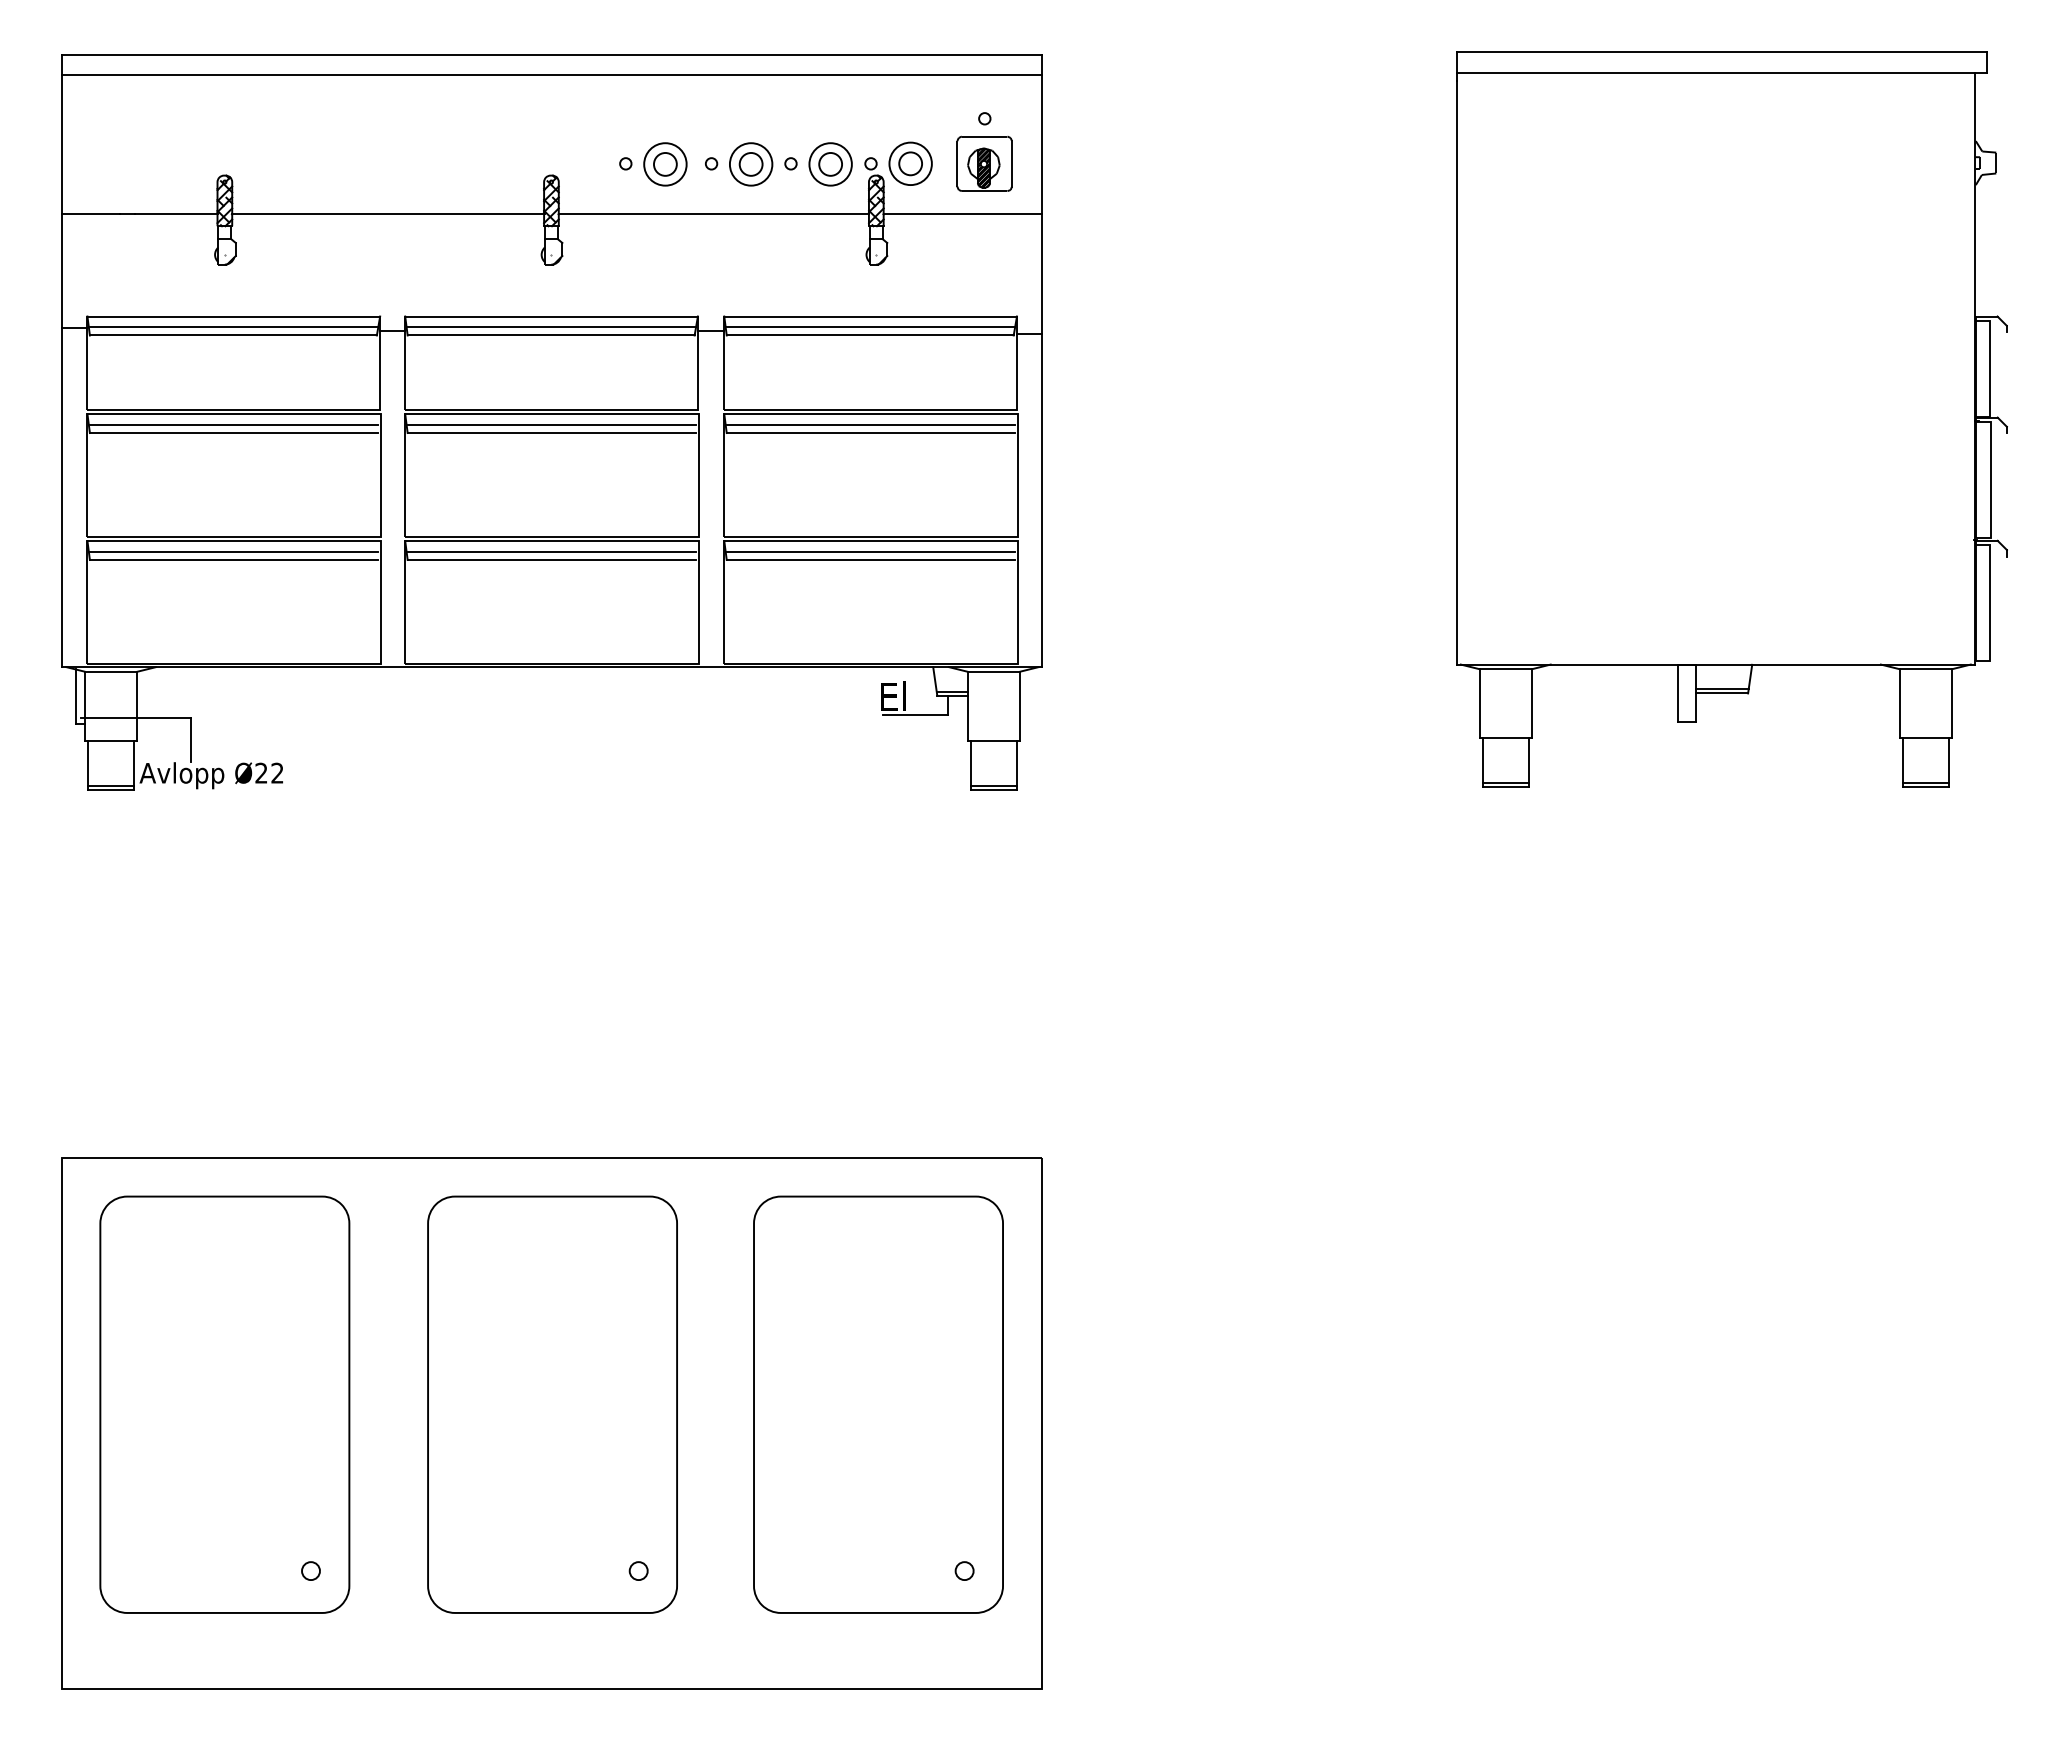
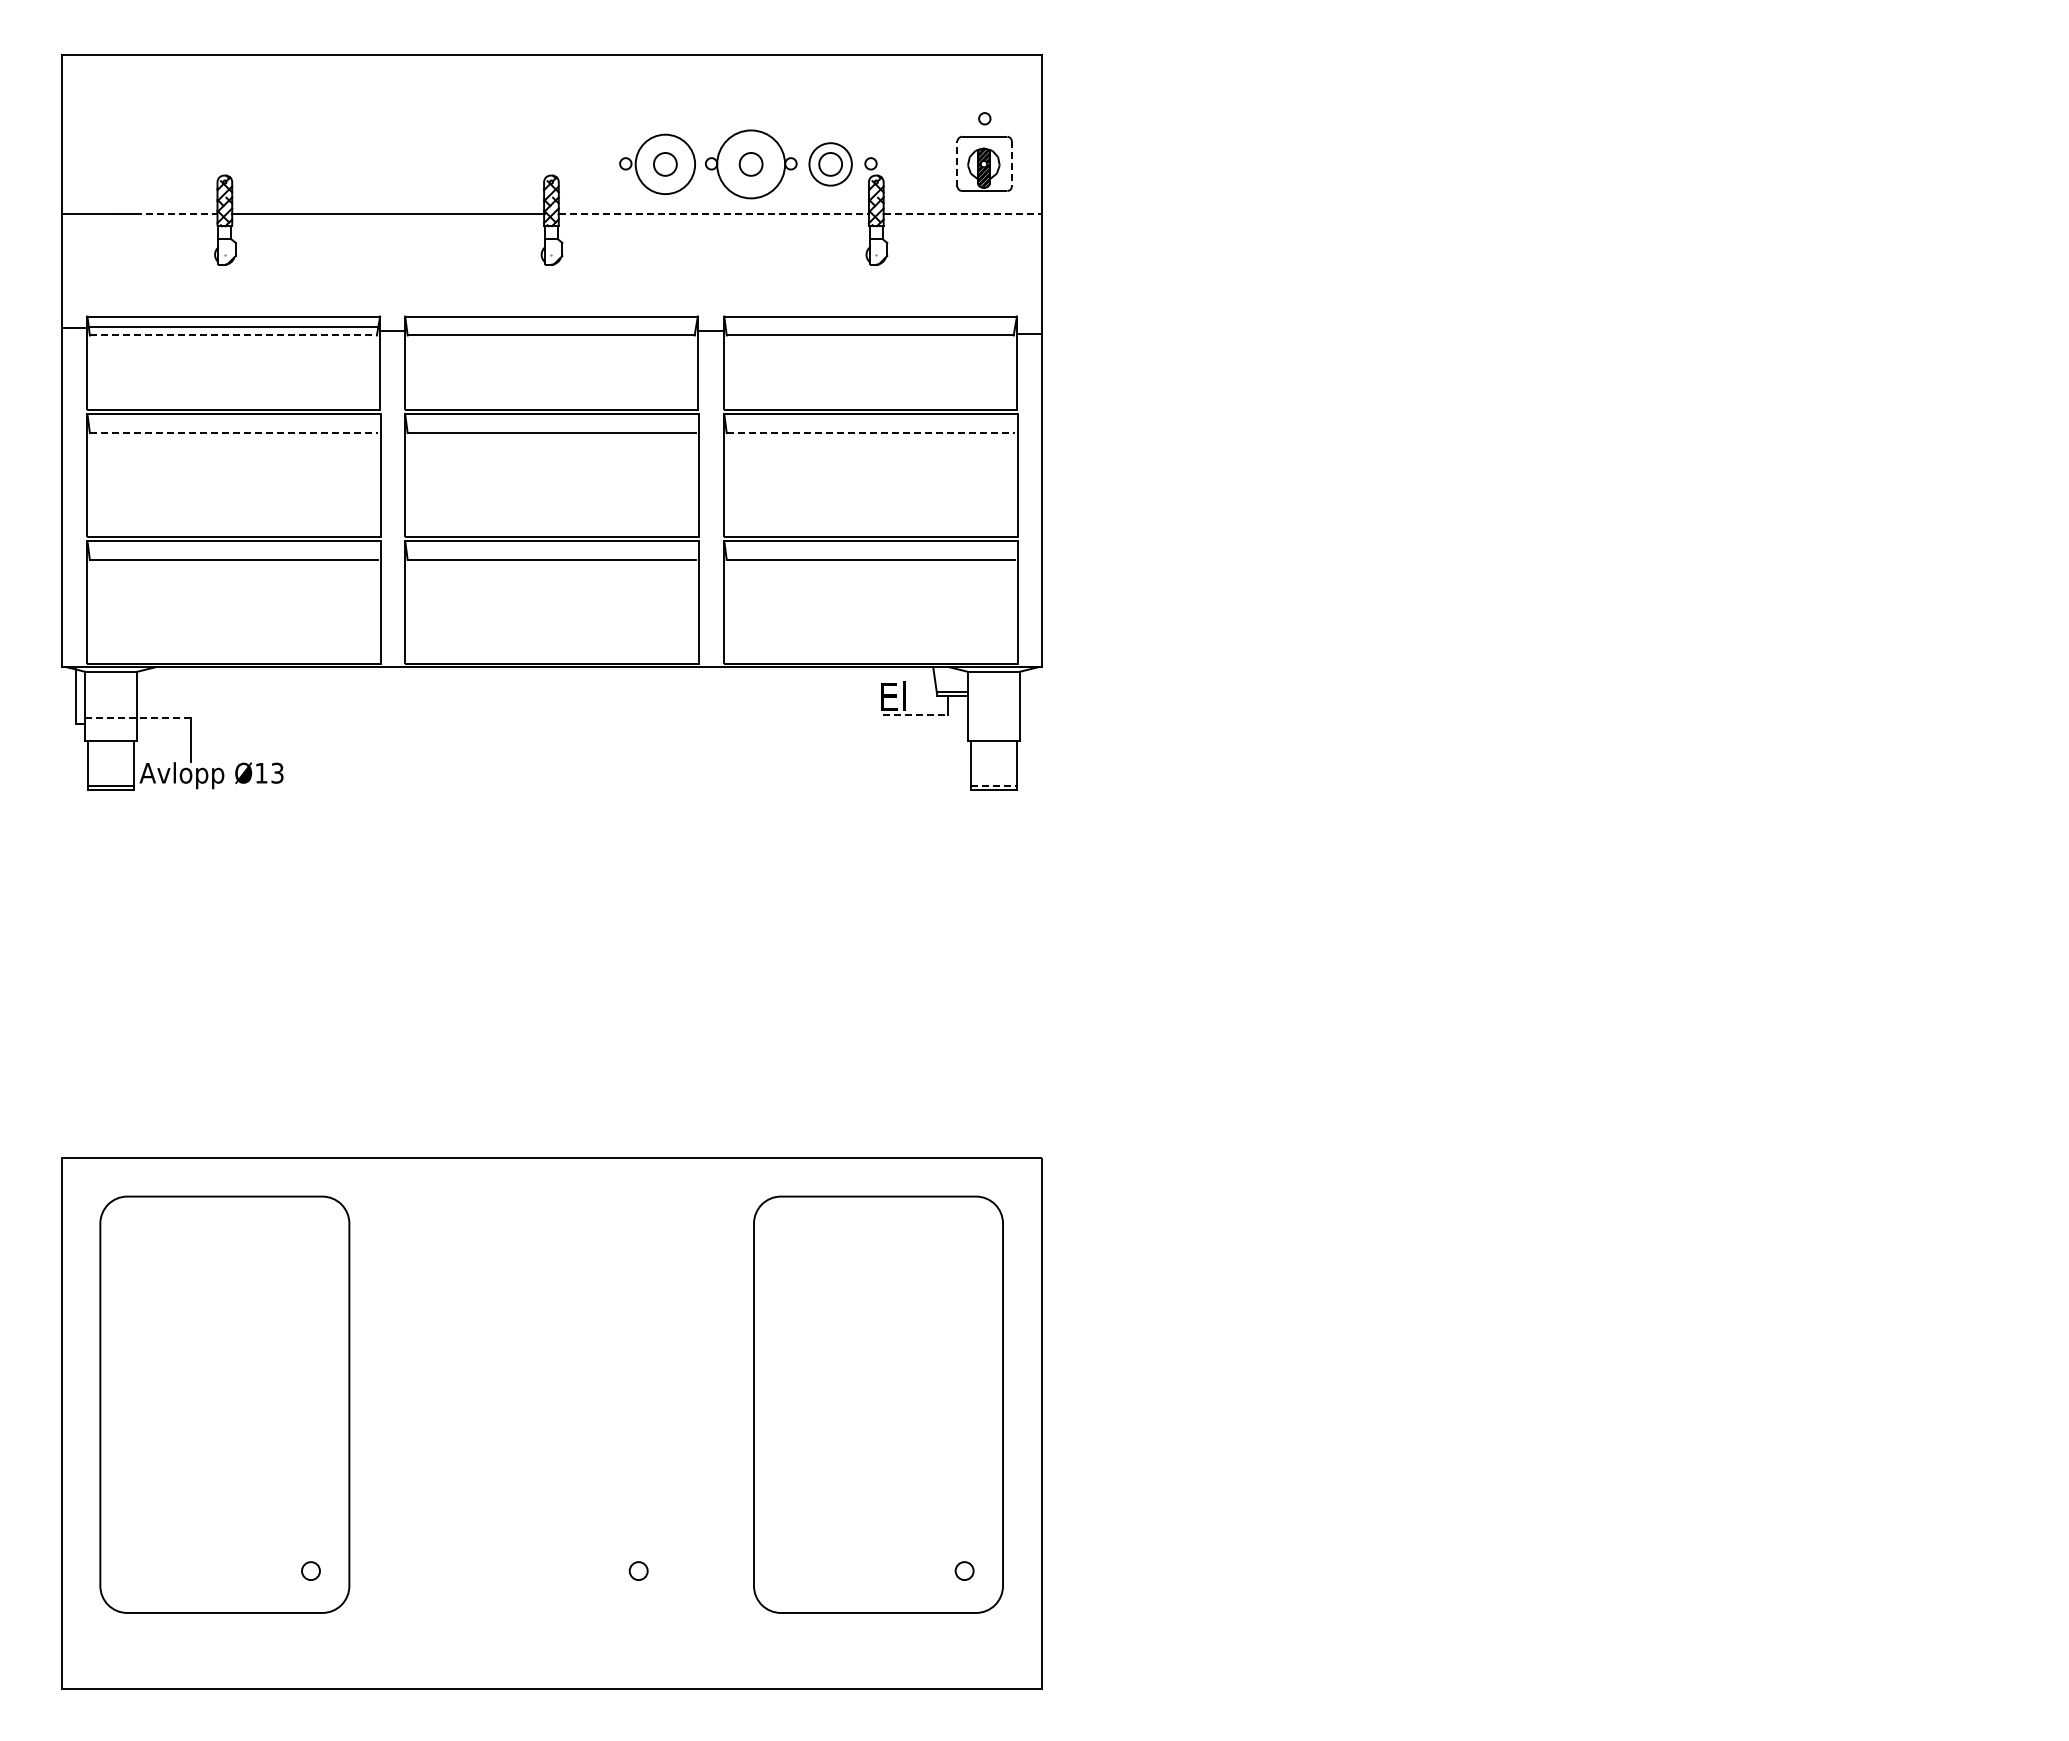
line at (551, 75): present -> none
part at (910, 163): present -> none
line at (957, 163): solid -> dashed
line at (1012, 163): solid -> dashed
circle at (665, 164) diameter: 42 px -> 59 px
circle at (750, 164) diameter: 42 px -> 68 px
line at (176, 213): solid -> dashed
line at (714, 213): solid -> dashed
line at (963, 213): solid -> dashed
line at (551, 327): present -> none
line at (870, 327): present -> none
line at (233, 335): solid -> dashed
part at (1731, 419): present -> none
line at (233, 424): present -> none
line at (551, 424): present -> none
line at (870, 424): present -> none
line at (234, 433): solid -> dashed
line at (871, 433): solid -> dashed
line at (233, 551): present -> none
line at (551, 551): present -> none
line at (870, 551): present -> none
line at (915, 715): solid -> dashed
line at (135, 718): solid -> dashed
text at (269, 772): Ø22 -> Ø13
line at (993, 785): solid -> dashed
part at (552, 1404): present -> none
